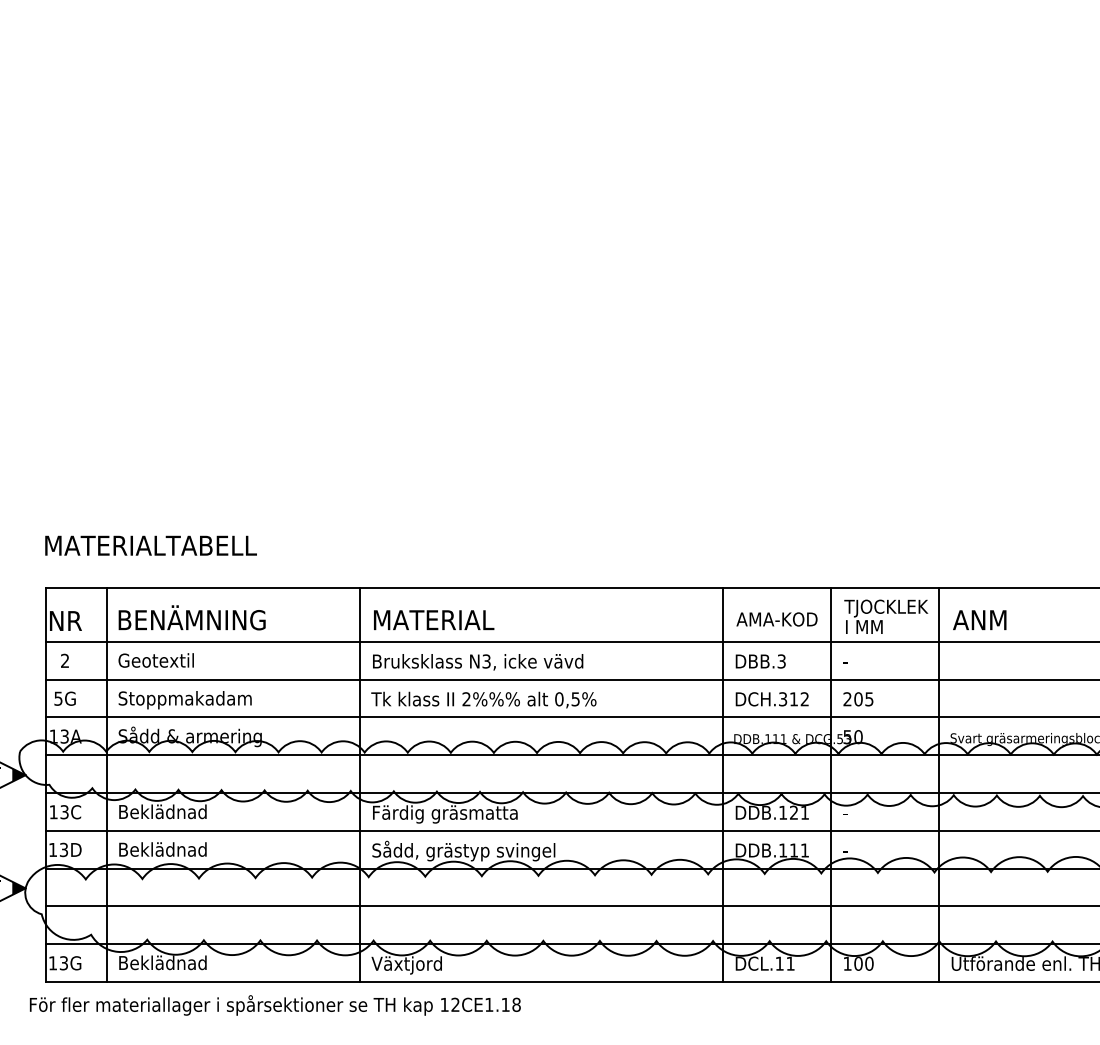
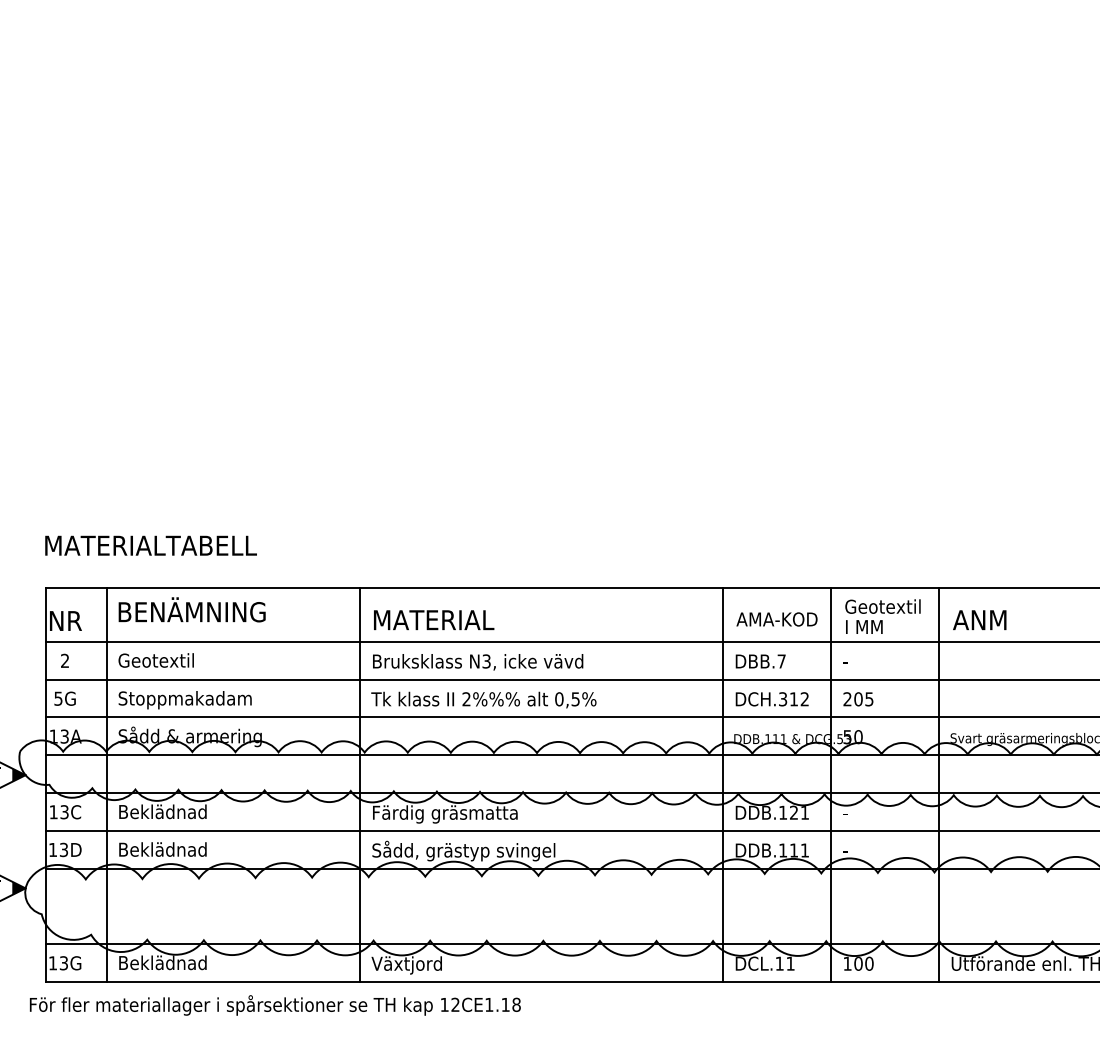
text at (886, 608): TJOCKLEK -> Geotextil
text at (191, 617) position: (191, 617) -> (191, 609)
text at (781, 661): DBB.3 -> DBB.7
line at (570, 906): present -> none
